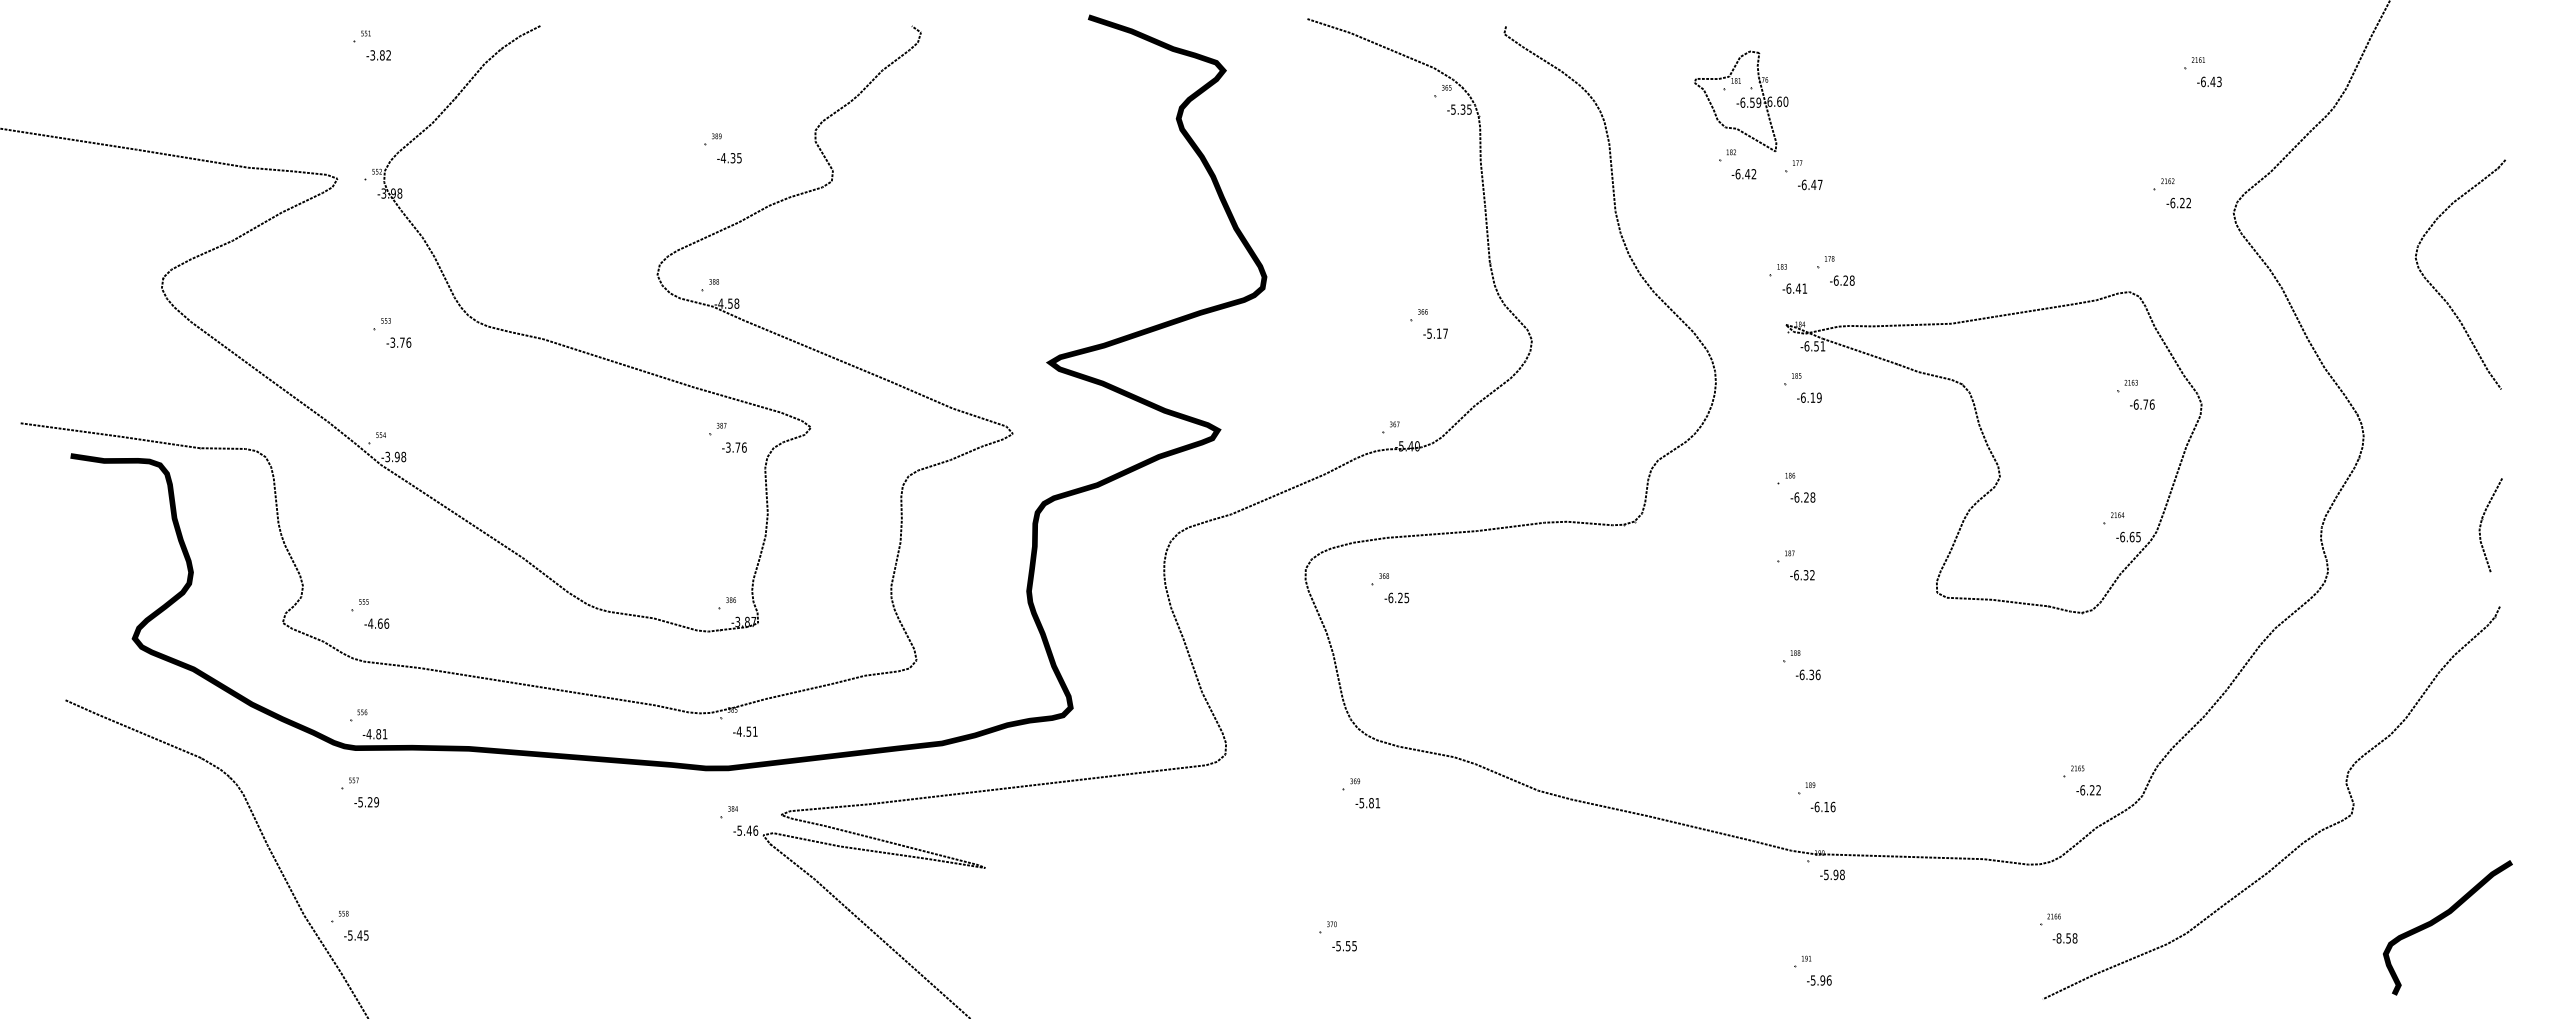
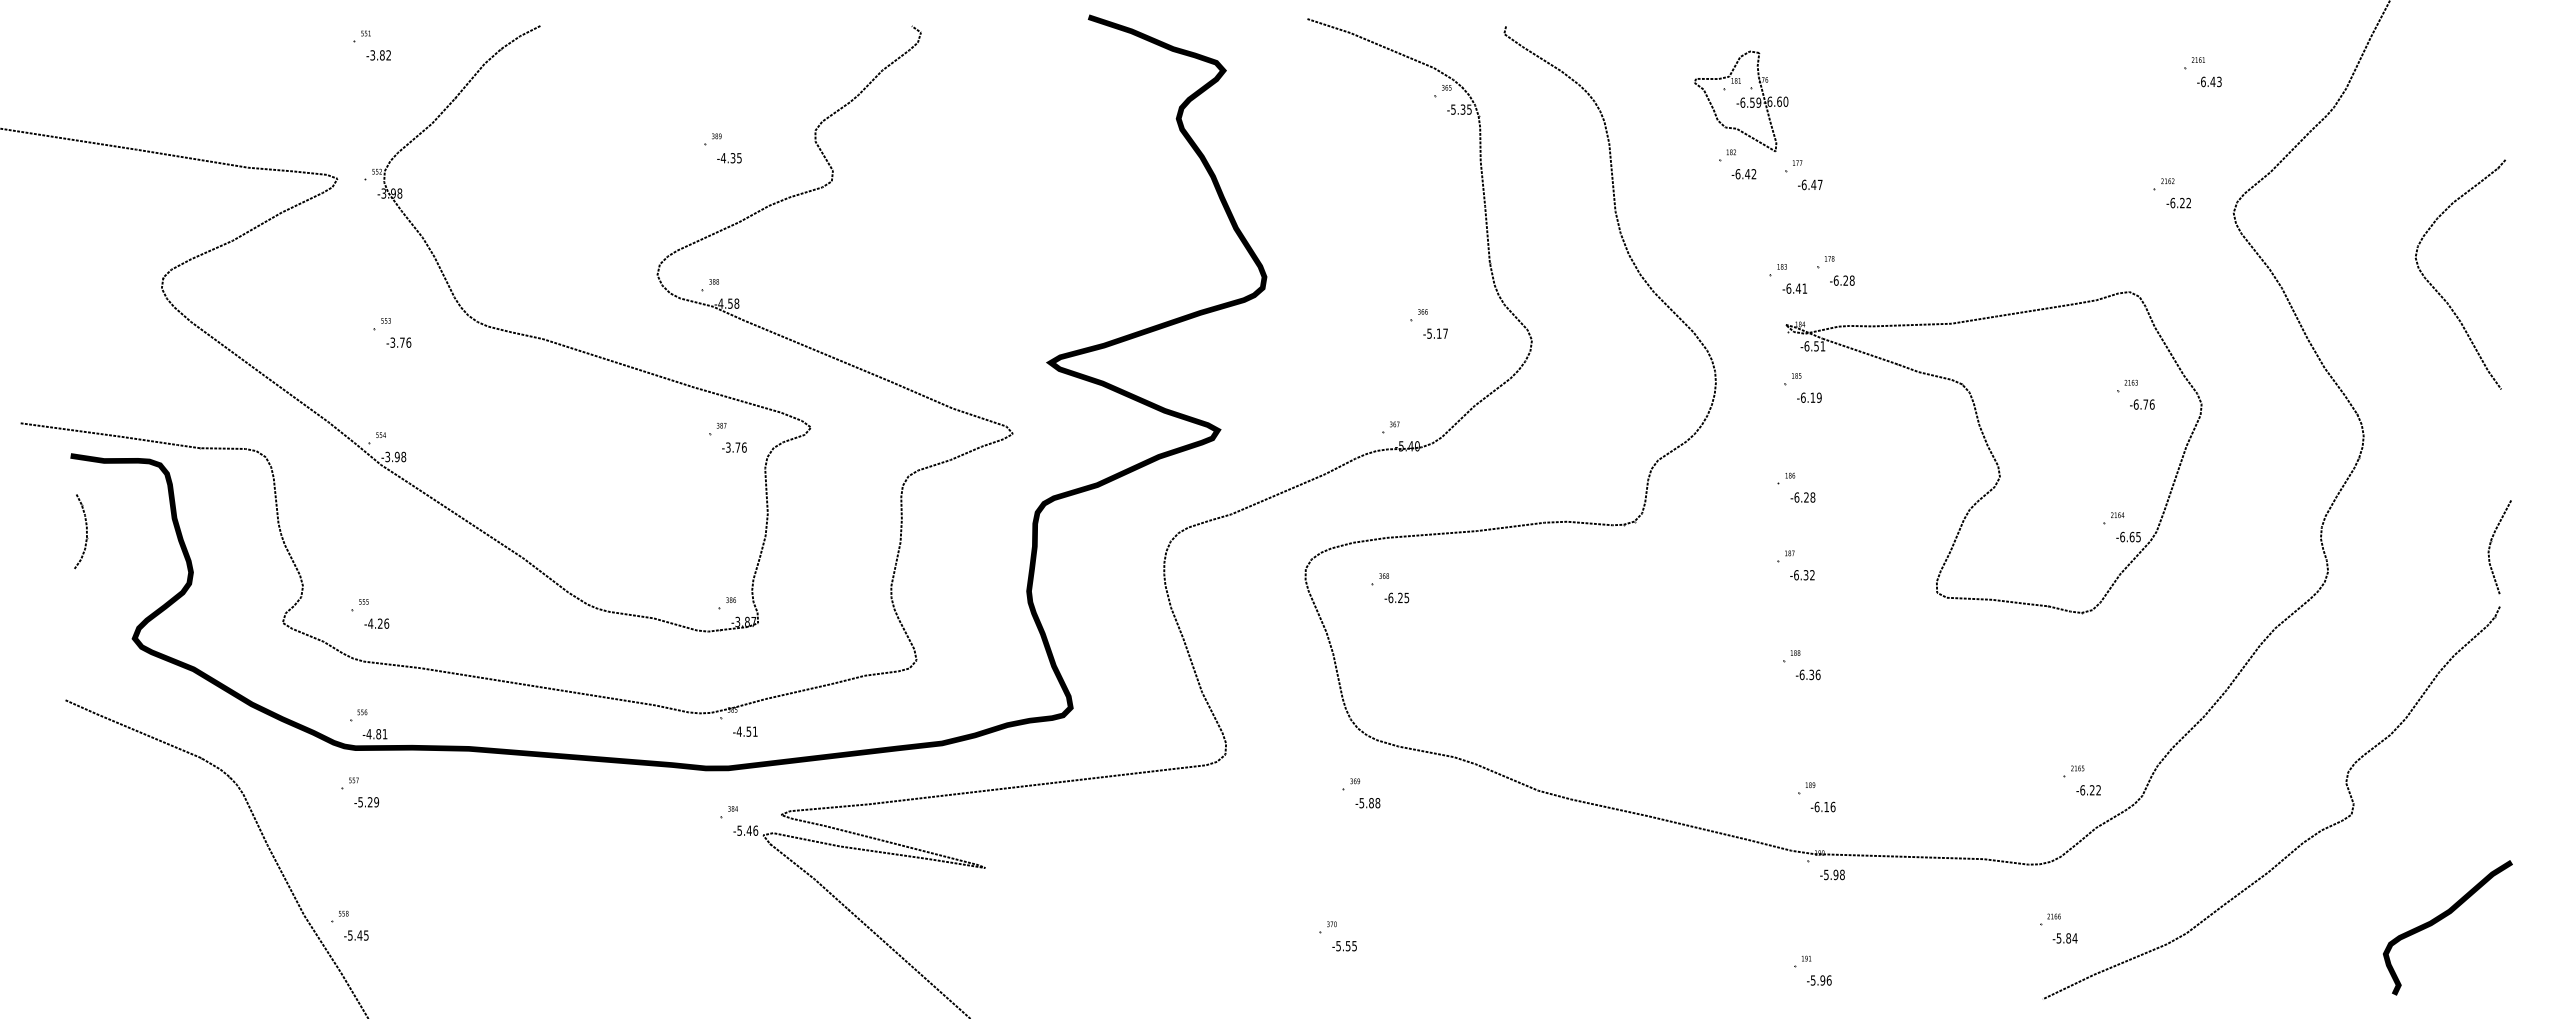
curve at (2482, 522) position: (2482, 522) -> (2491, 544)
curve at (86, 531): none -> present
text at (379, 623): -4.66 -> -4.26
text at (1377, 803): -5.81 -> -5.88
text at (2066, 938): -8.58 -> -5.84
